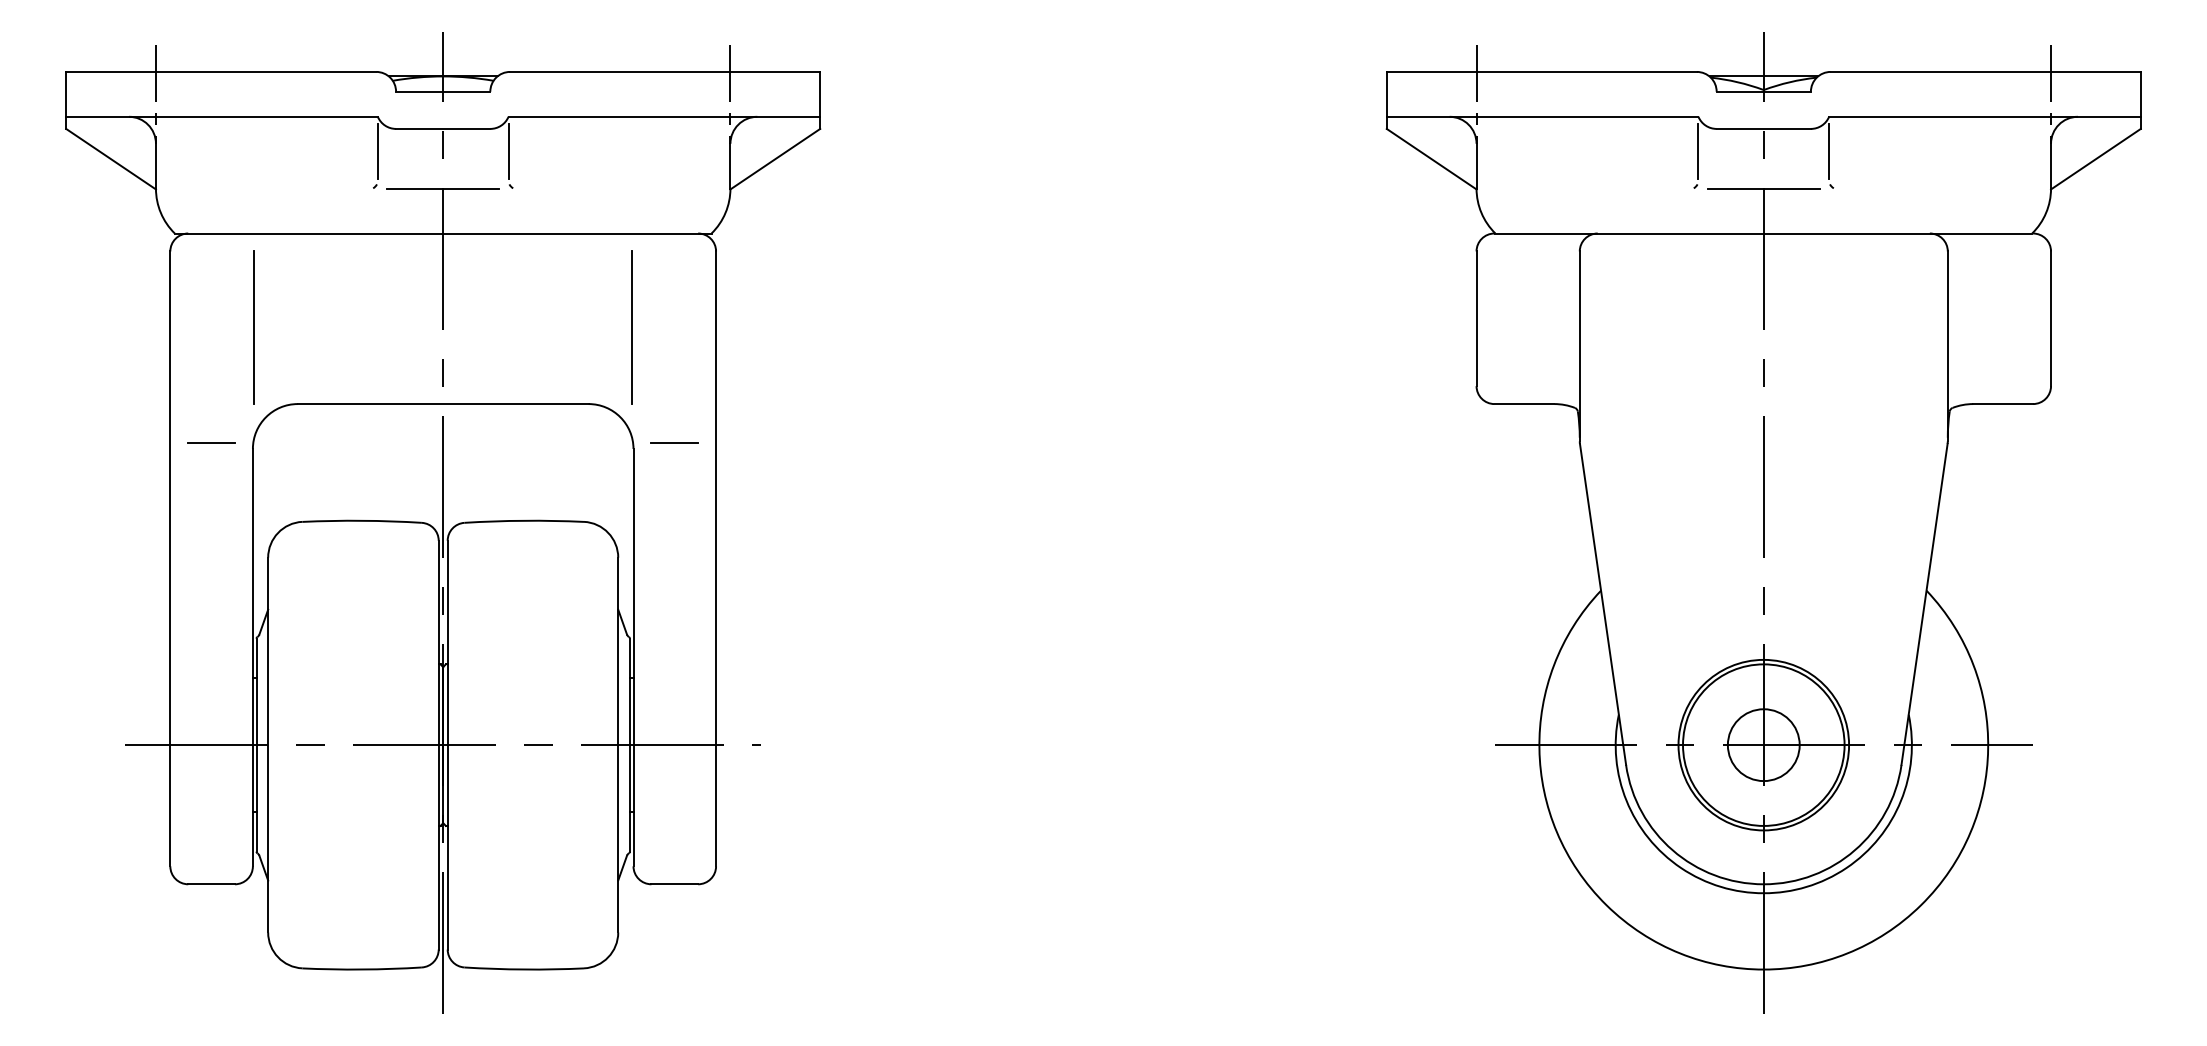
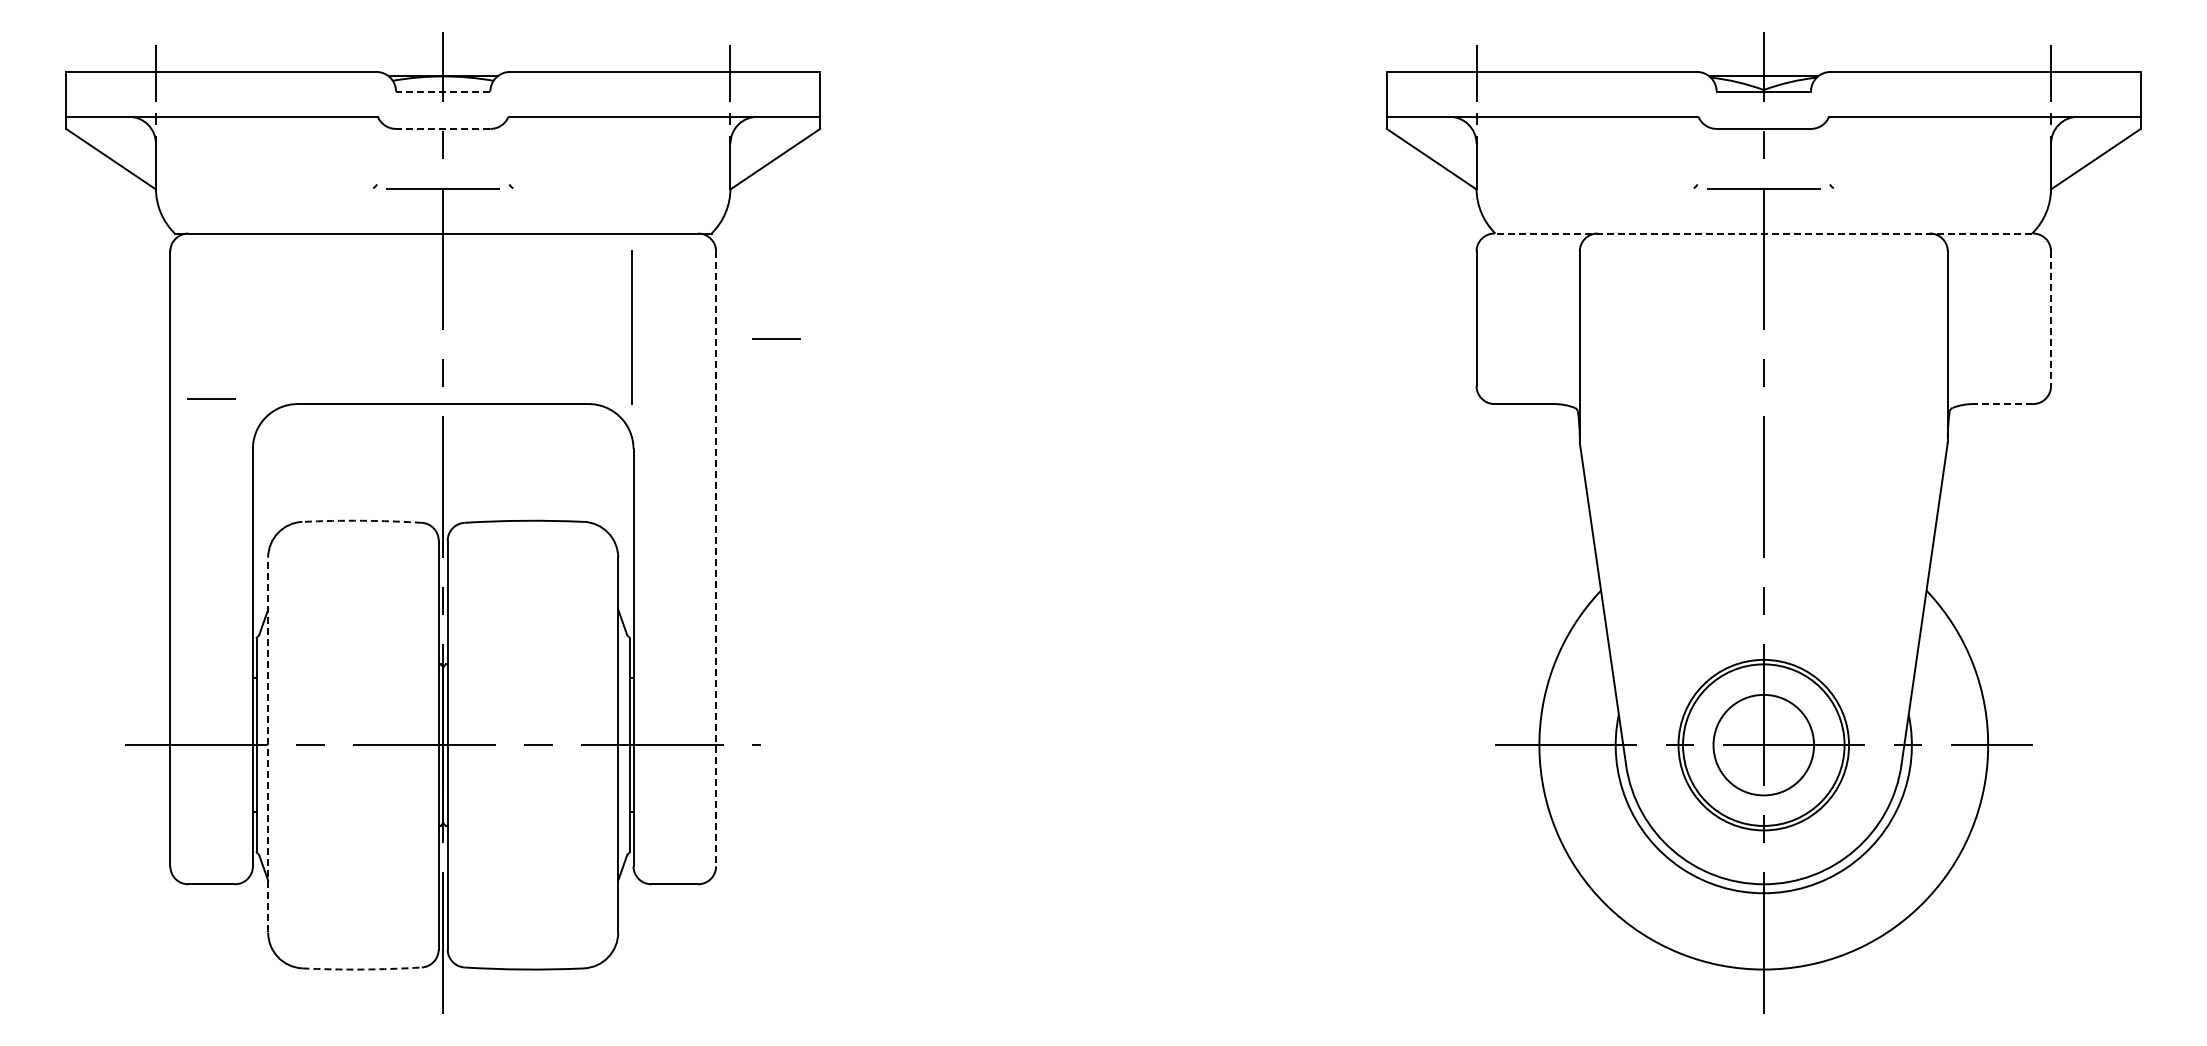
line at (442, 91): solid -> dashed
line at (442, 128): solid -> dashed
line at (377, 151): present -> none
line at (508, 151): present -> none
line at (1698, 151): present -> none
line at (1829, 151): present -> none
line at (1763, 233): solid -> dashed
line at (2051, 319): solid -> dashed
line at (254, 327): present -> none
line at (2003, 404): solid -> dashed
line at (211, 442) position: (211, 442) -> (211, 398)
line at (674, 442) position: (674, 442) -> (776, 338)
arc at (362, 520): solid -> dashed
line at (716, 559): solid -> dashed
line at (268, 744): solid -> dashed
circle at (1763, 745) diameter: 72 px -> 101 px
arc at (362, 969): solid -> dashed
